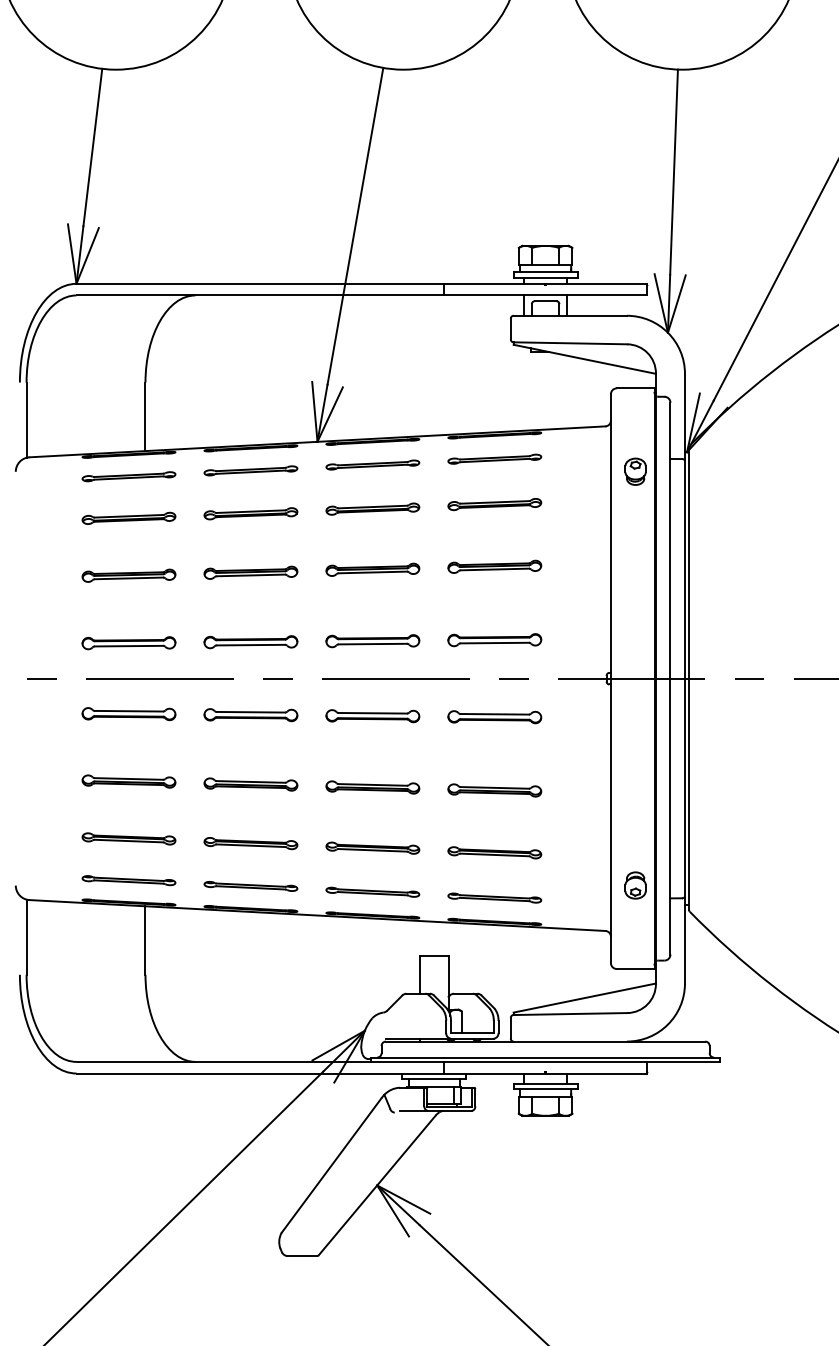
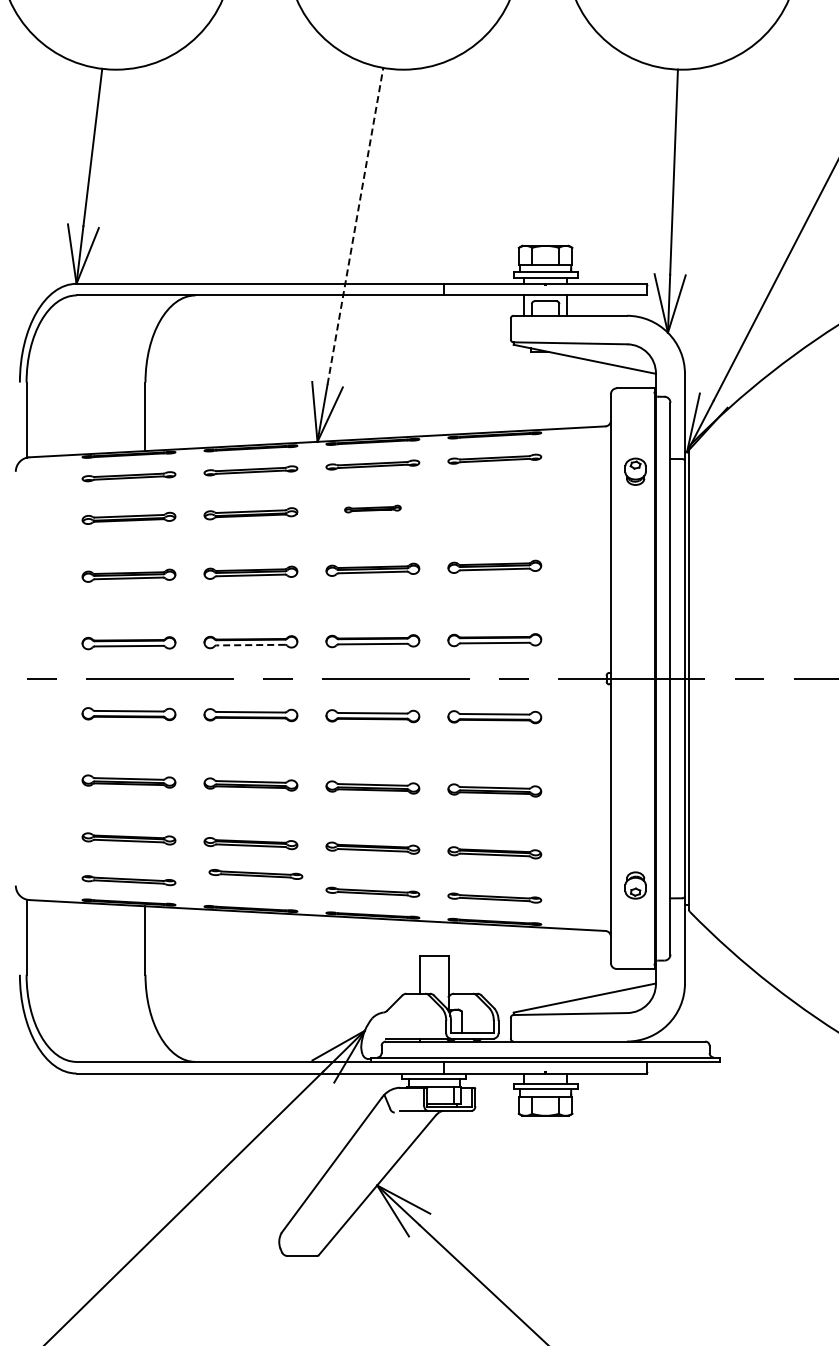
line at (355, 226): solid -> dashed
part at (494, 504): present -> none
part at (372, 508) size: 96x14 px -> 58x10 px
line at (250, 645): solid -> dashed
part at (250, 886) position: (250, 886) -> (255, 874)
